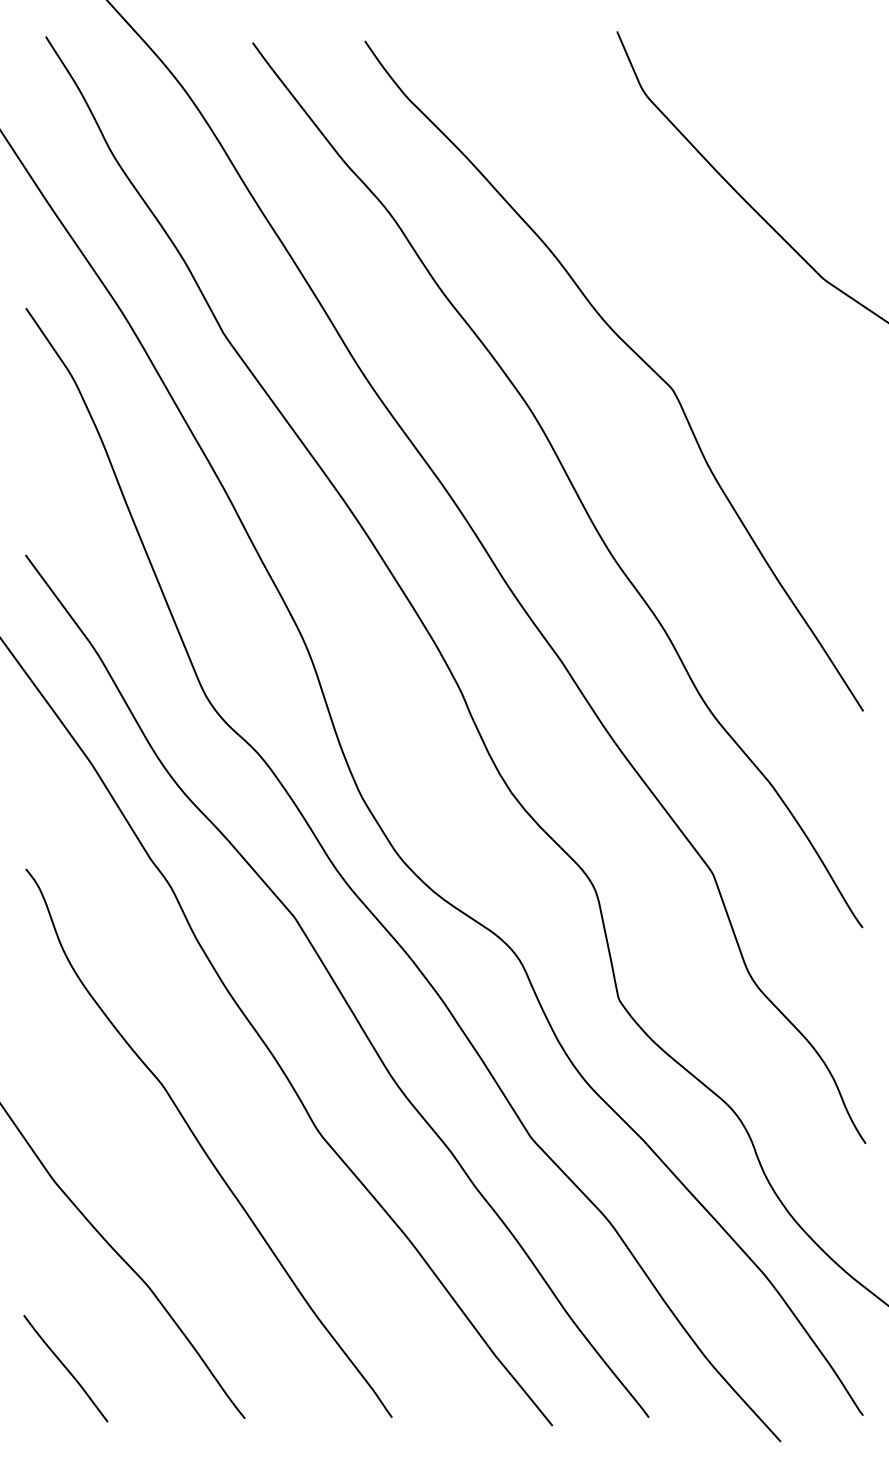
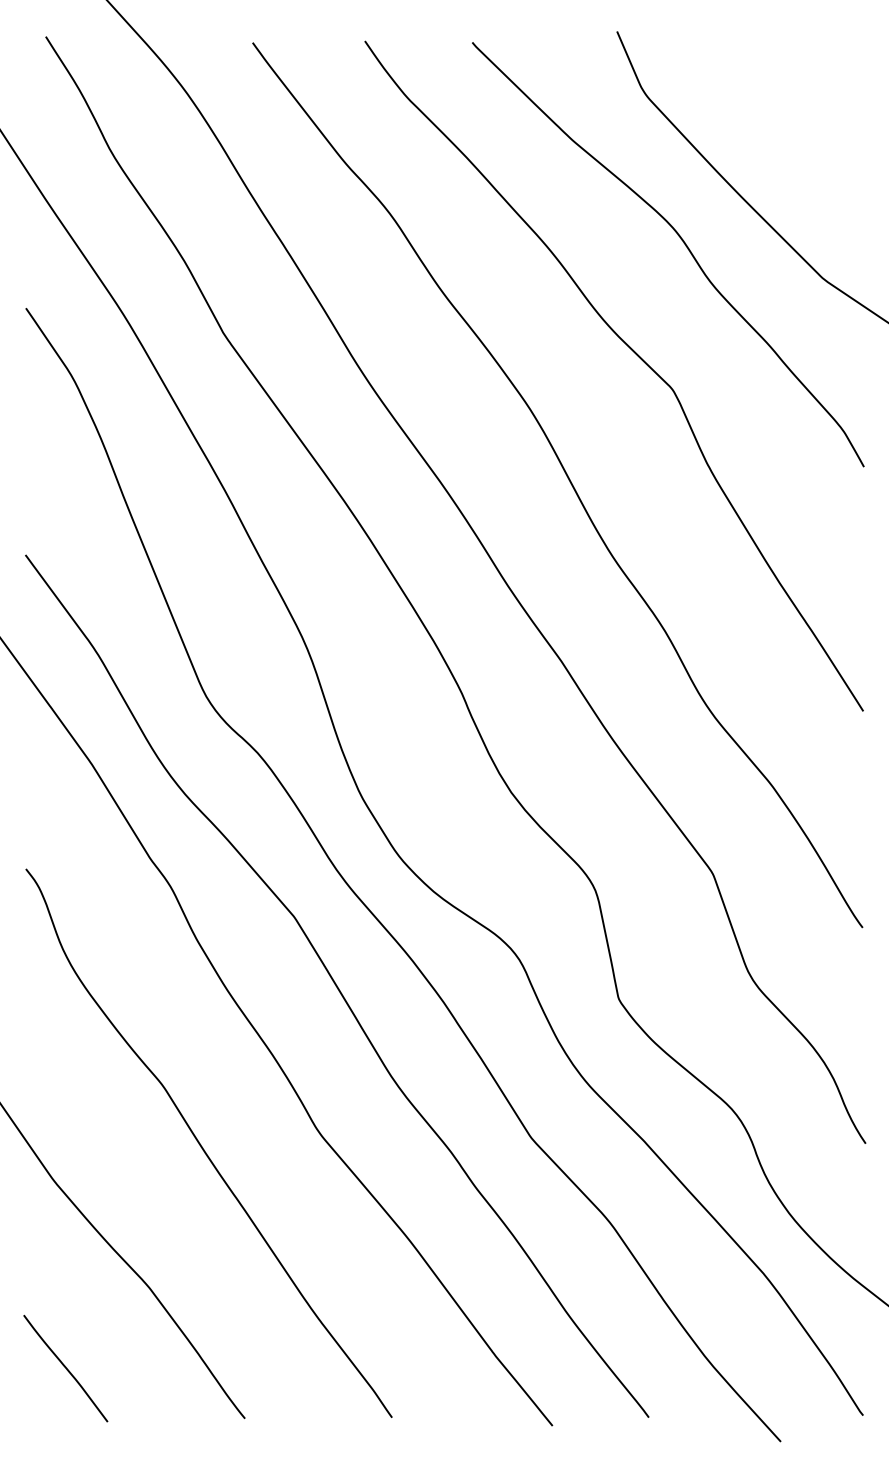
curve at (683, 243): none -> present
